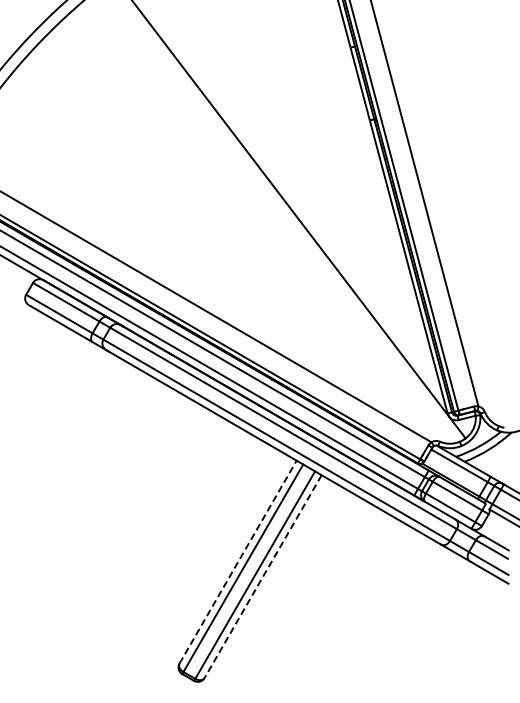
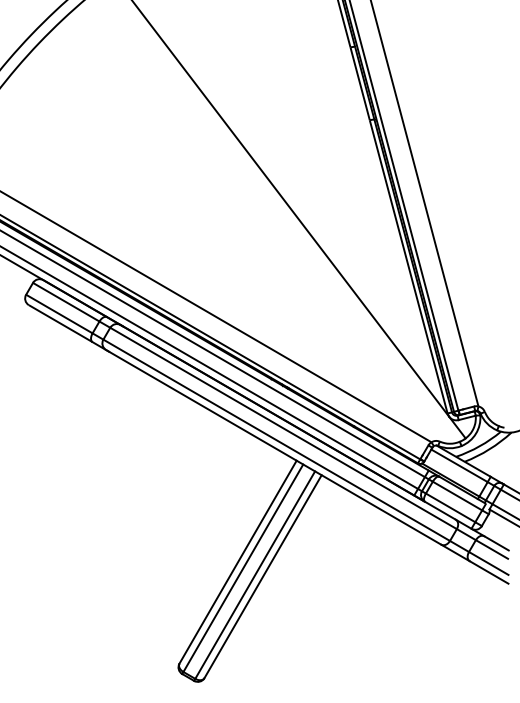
line at (238, 561): dashed -> solid
line at (262, 577): dashed -> solid
